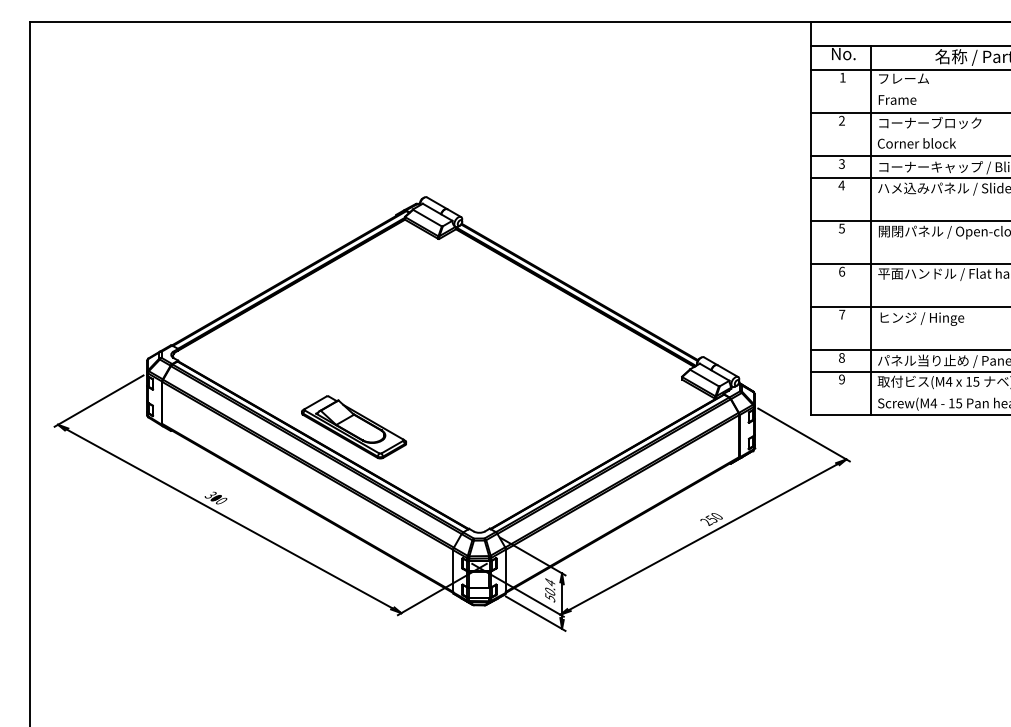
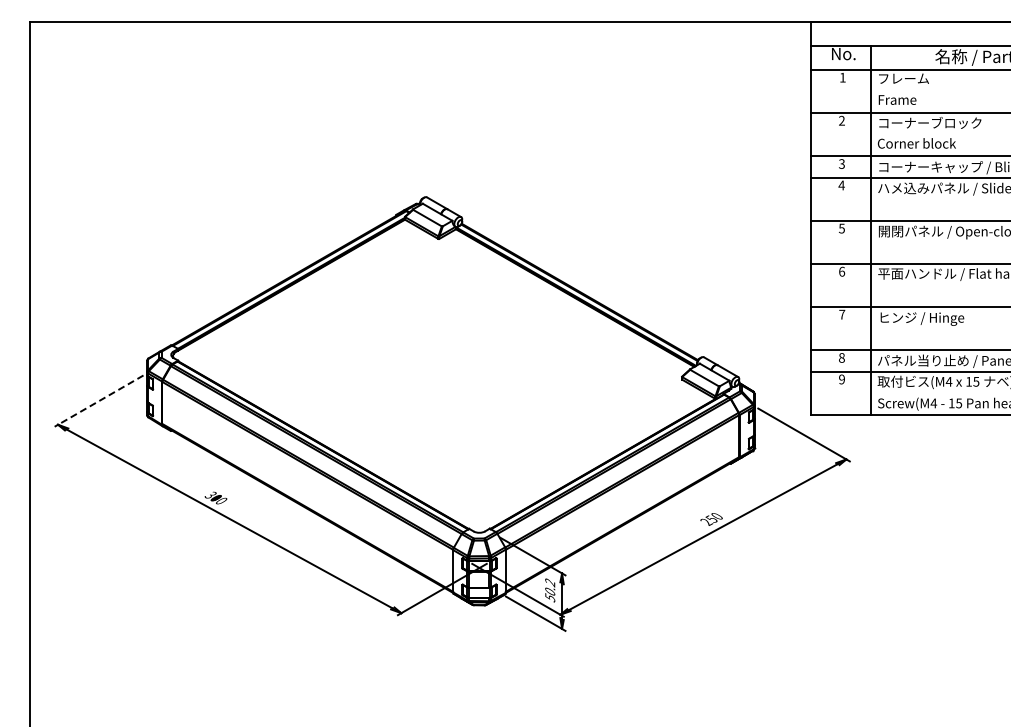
line at (98, 401): solid -> dashed
part at (354, 427): present -> none
text at (550, 582): 50.4 -> 50.2
